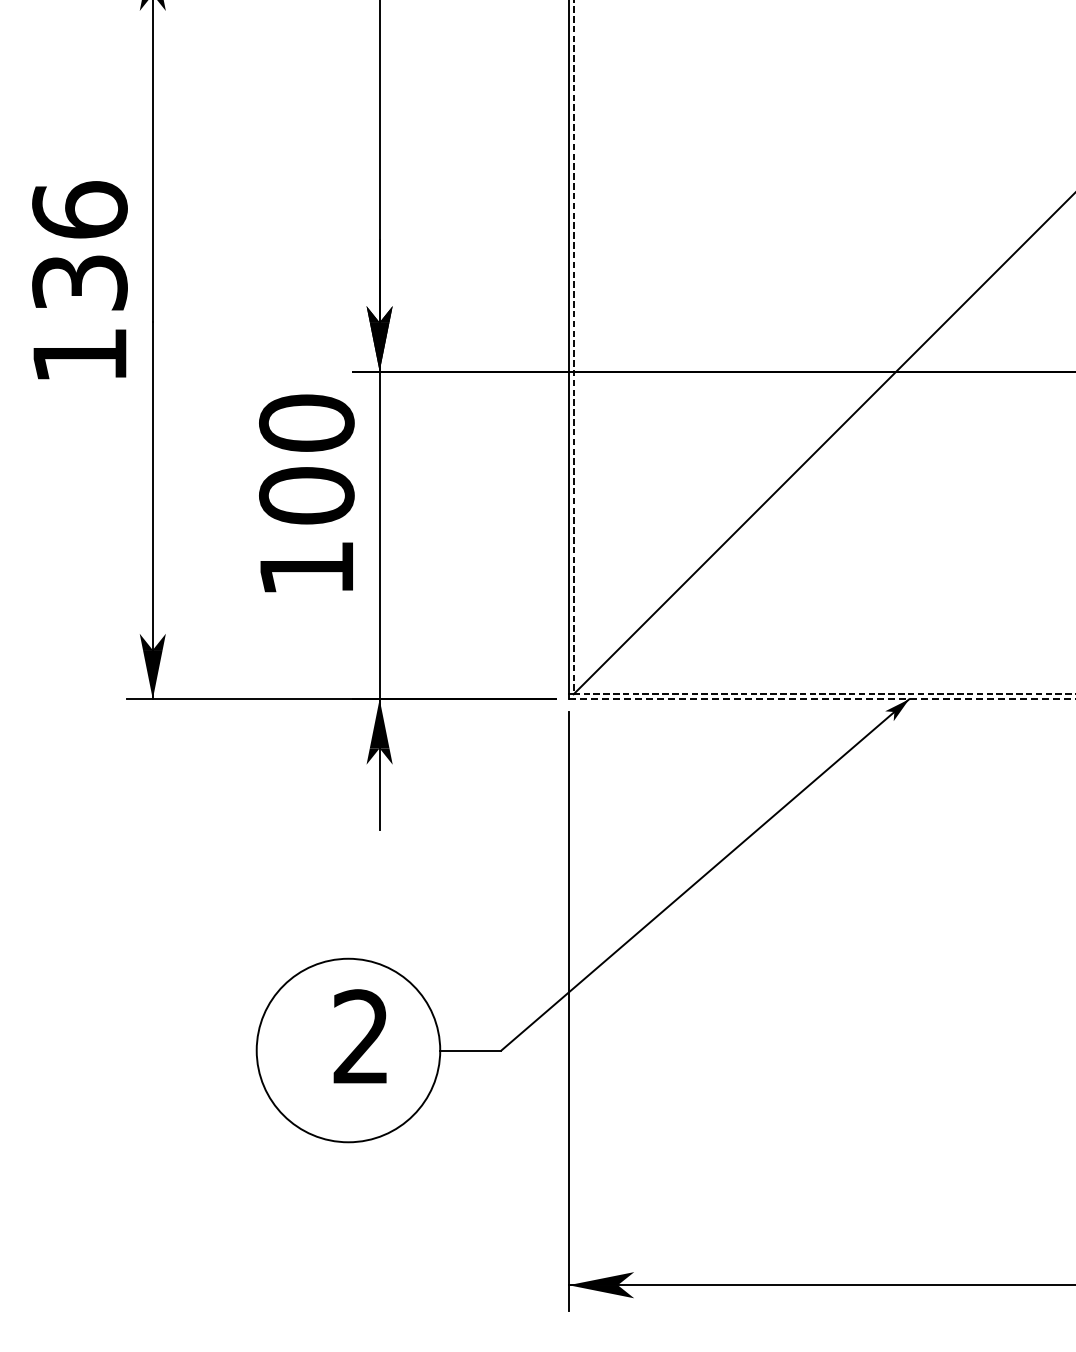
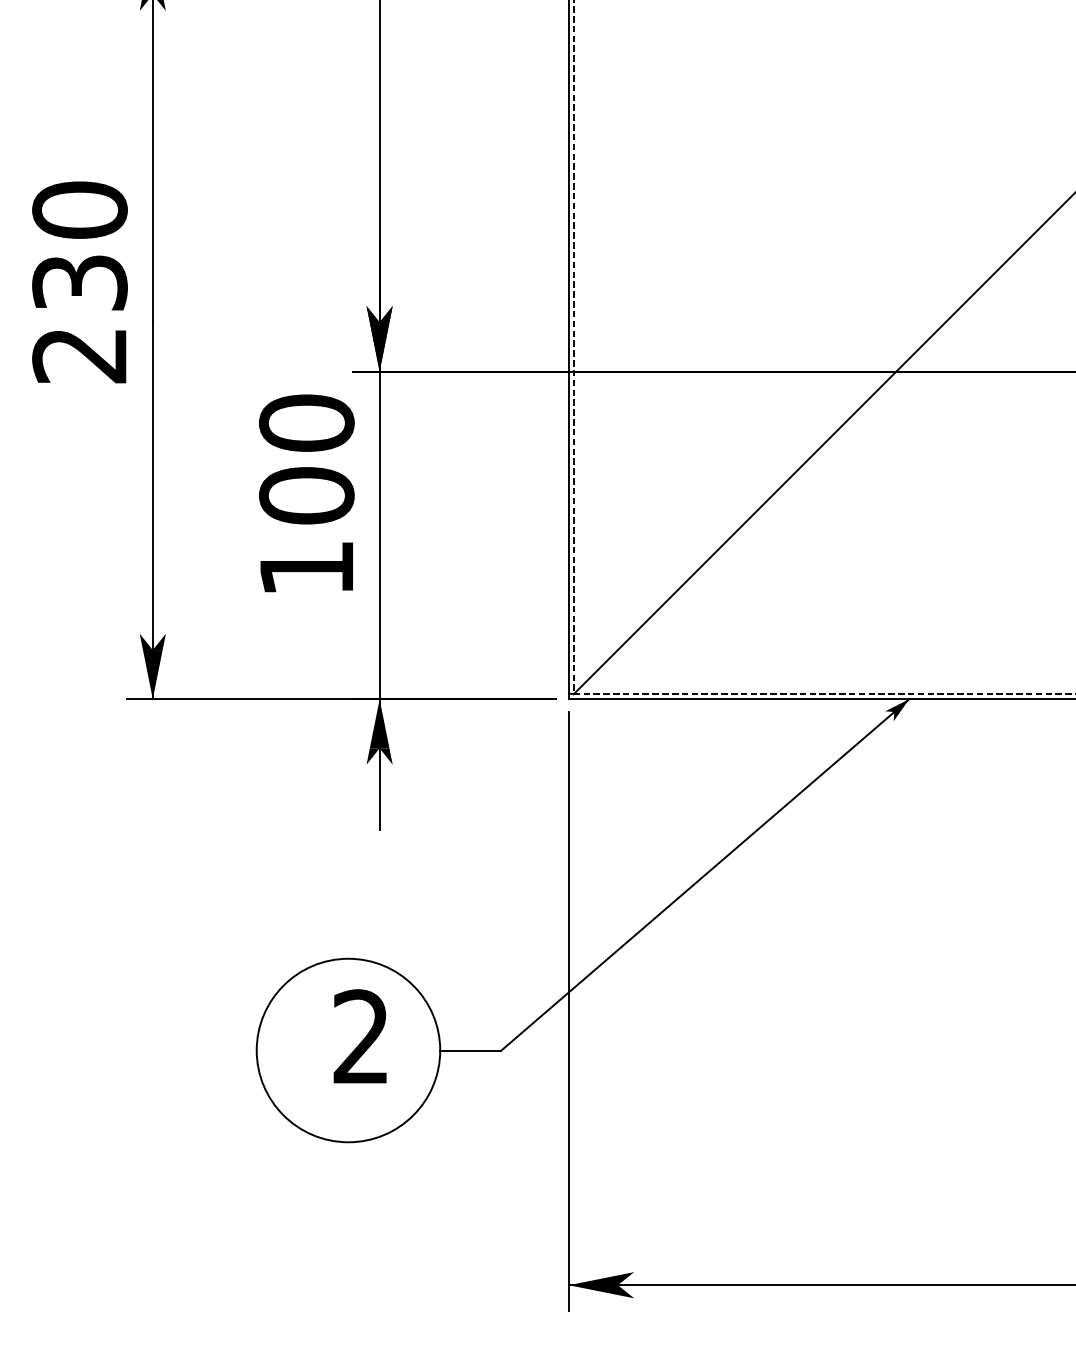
text at (79, 282): 136 -> 230
line at (822, 699): dashed -> solid
